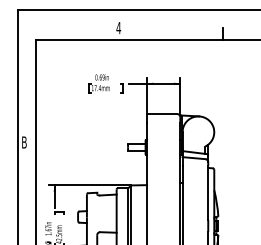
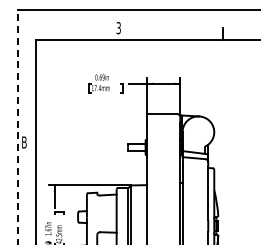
text at (118, 28): 4 -> 3
line at (17, 126): solid -> dashed
